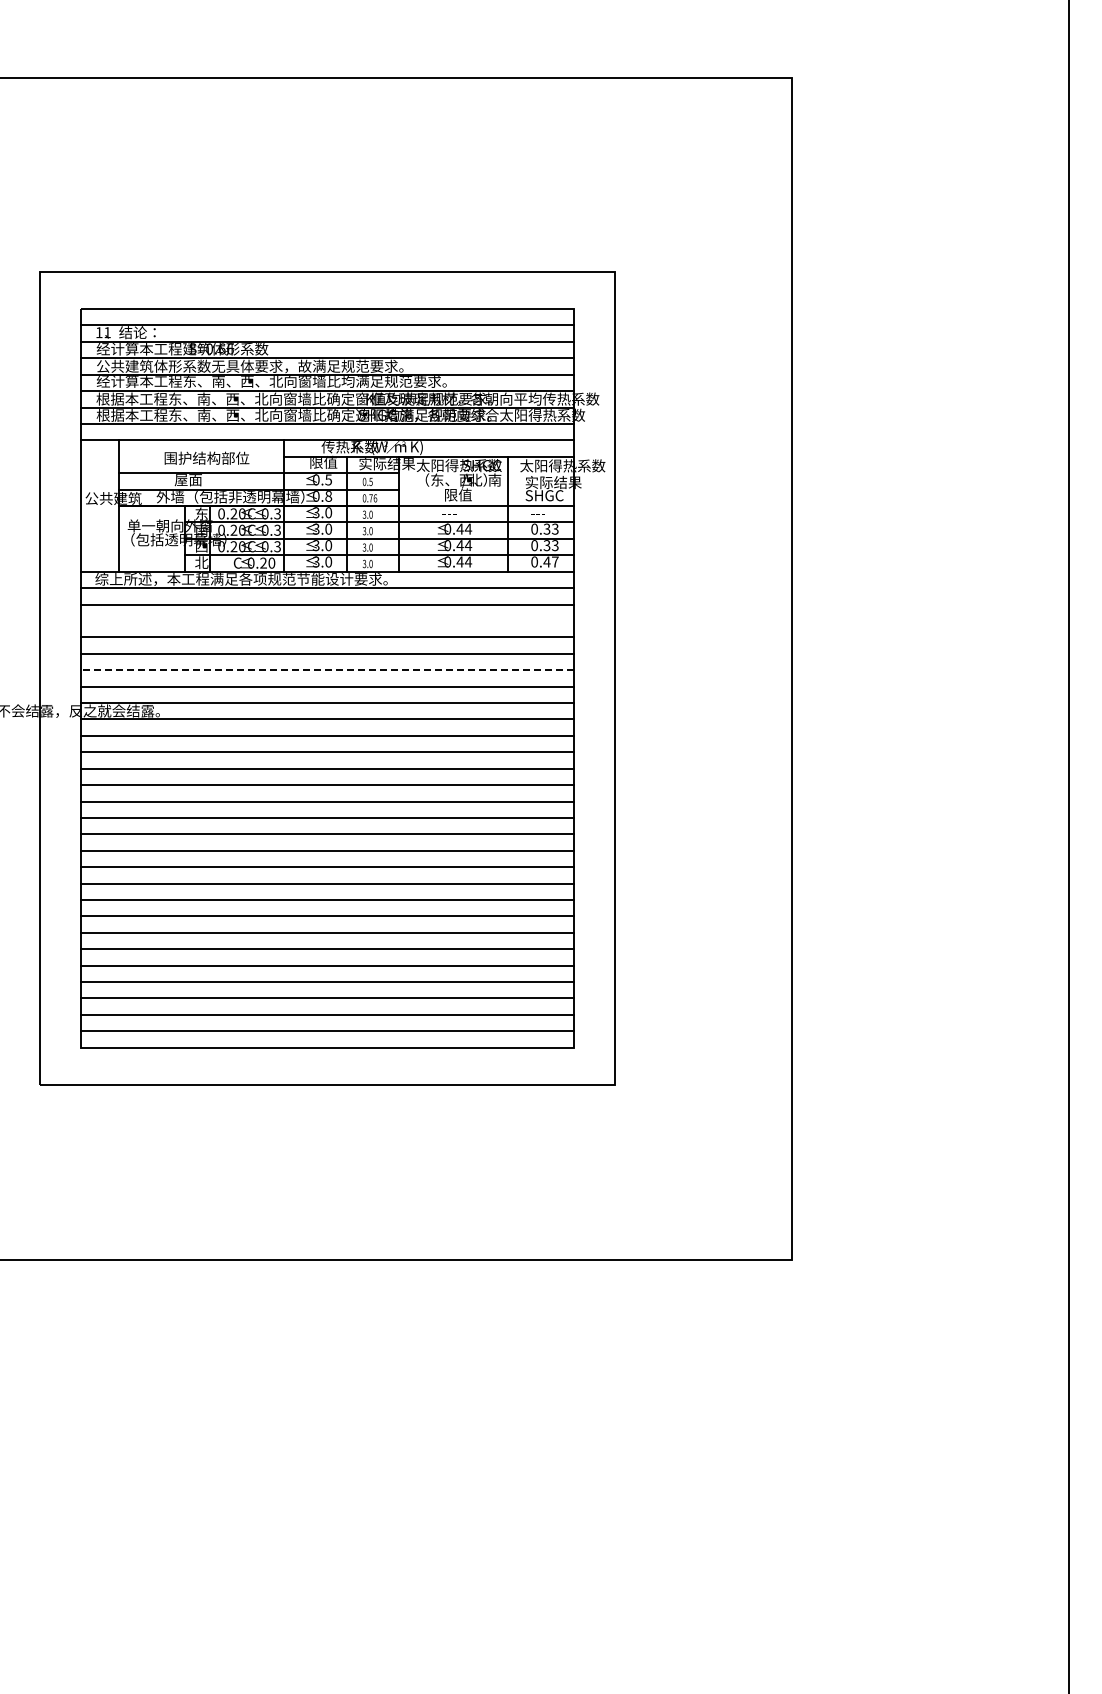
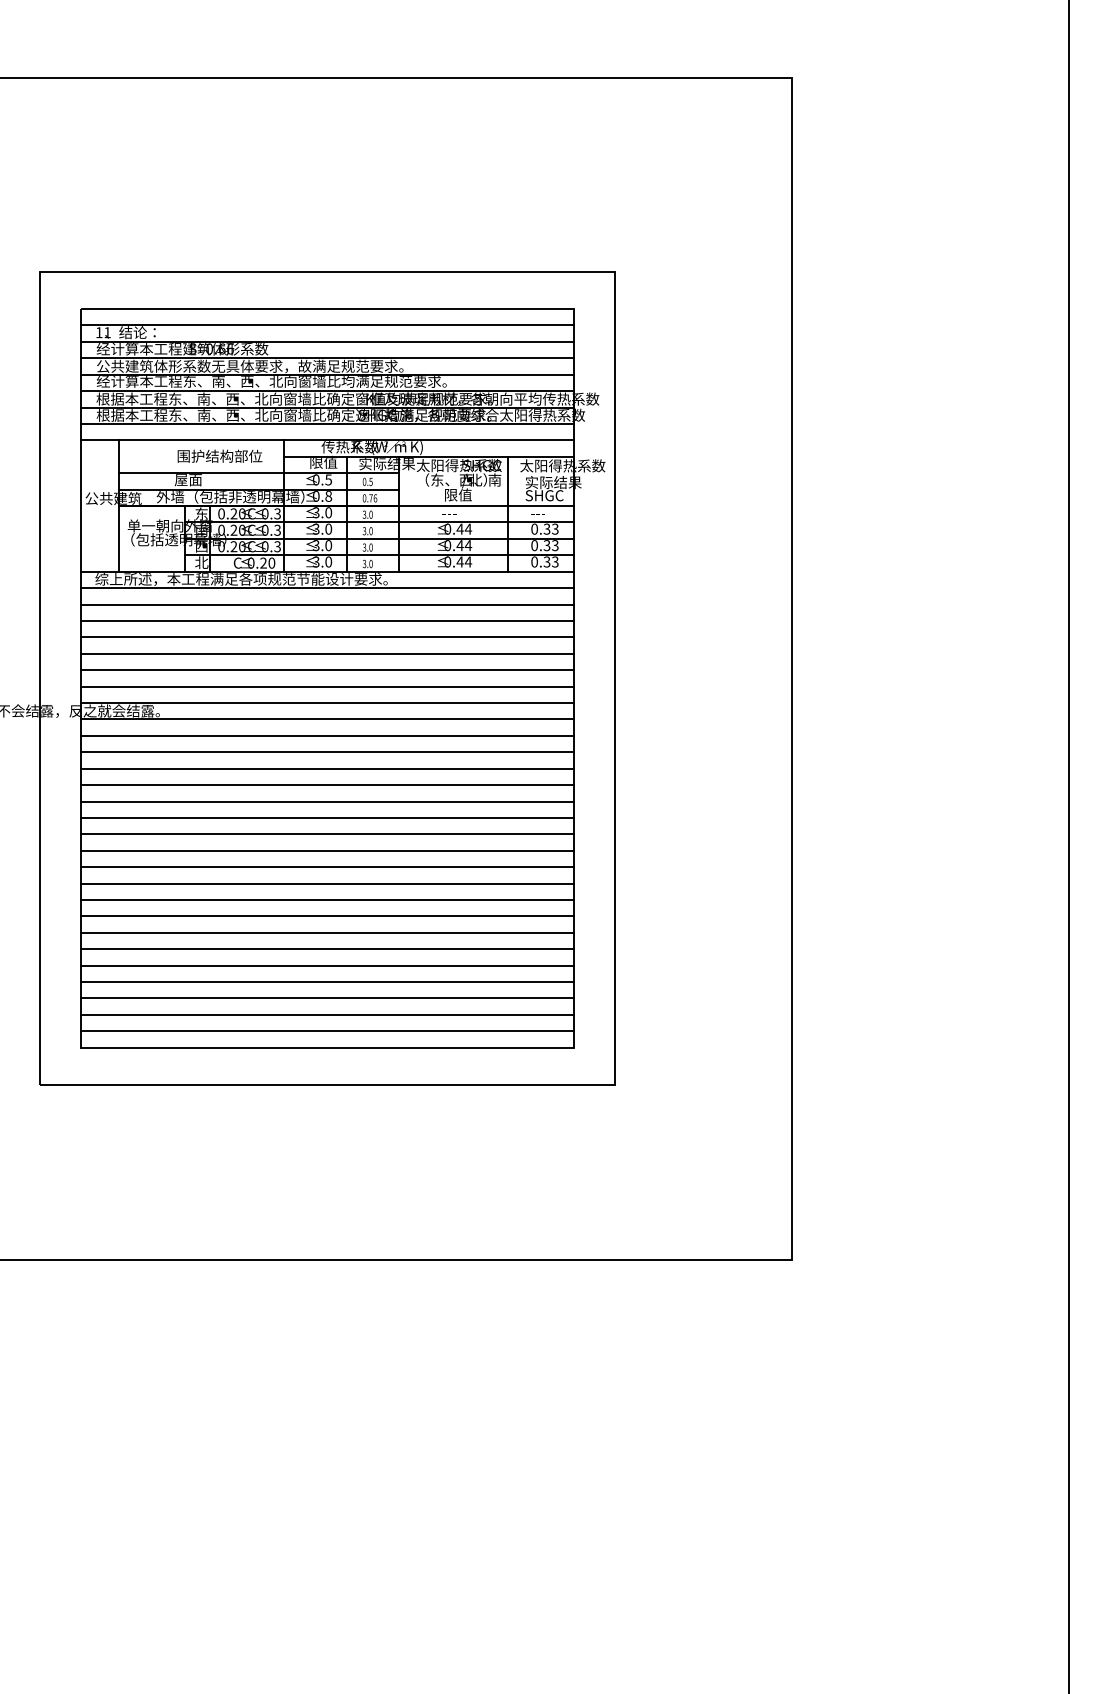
text at (206, 457) position: (206, 457) -> (219, 455)
text at (550, 561): 0.47 -> 0.33
line at (327, 620): none -> present
line at (326, 670): dashed -> solid
